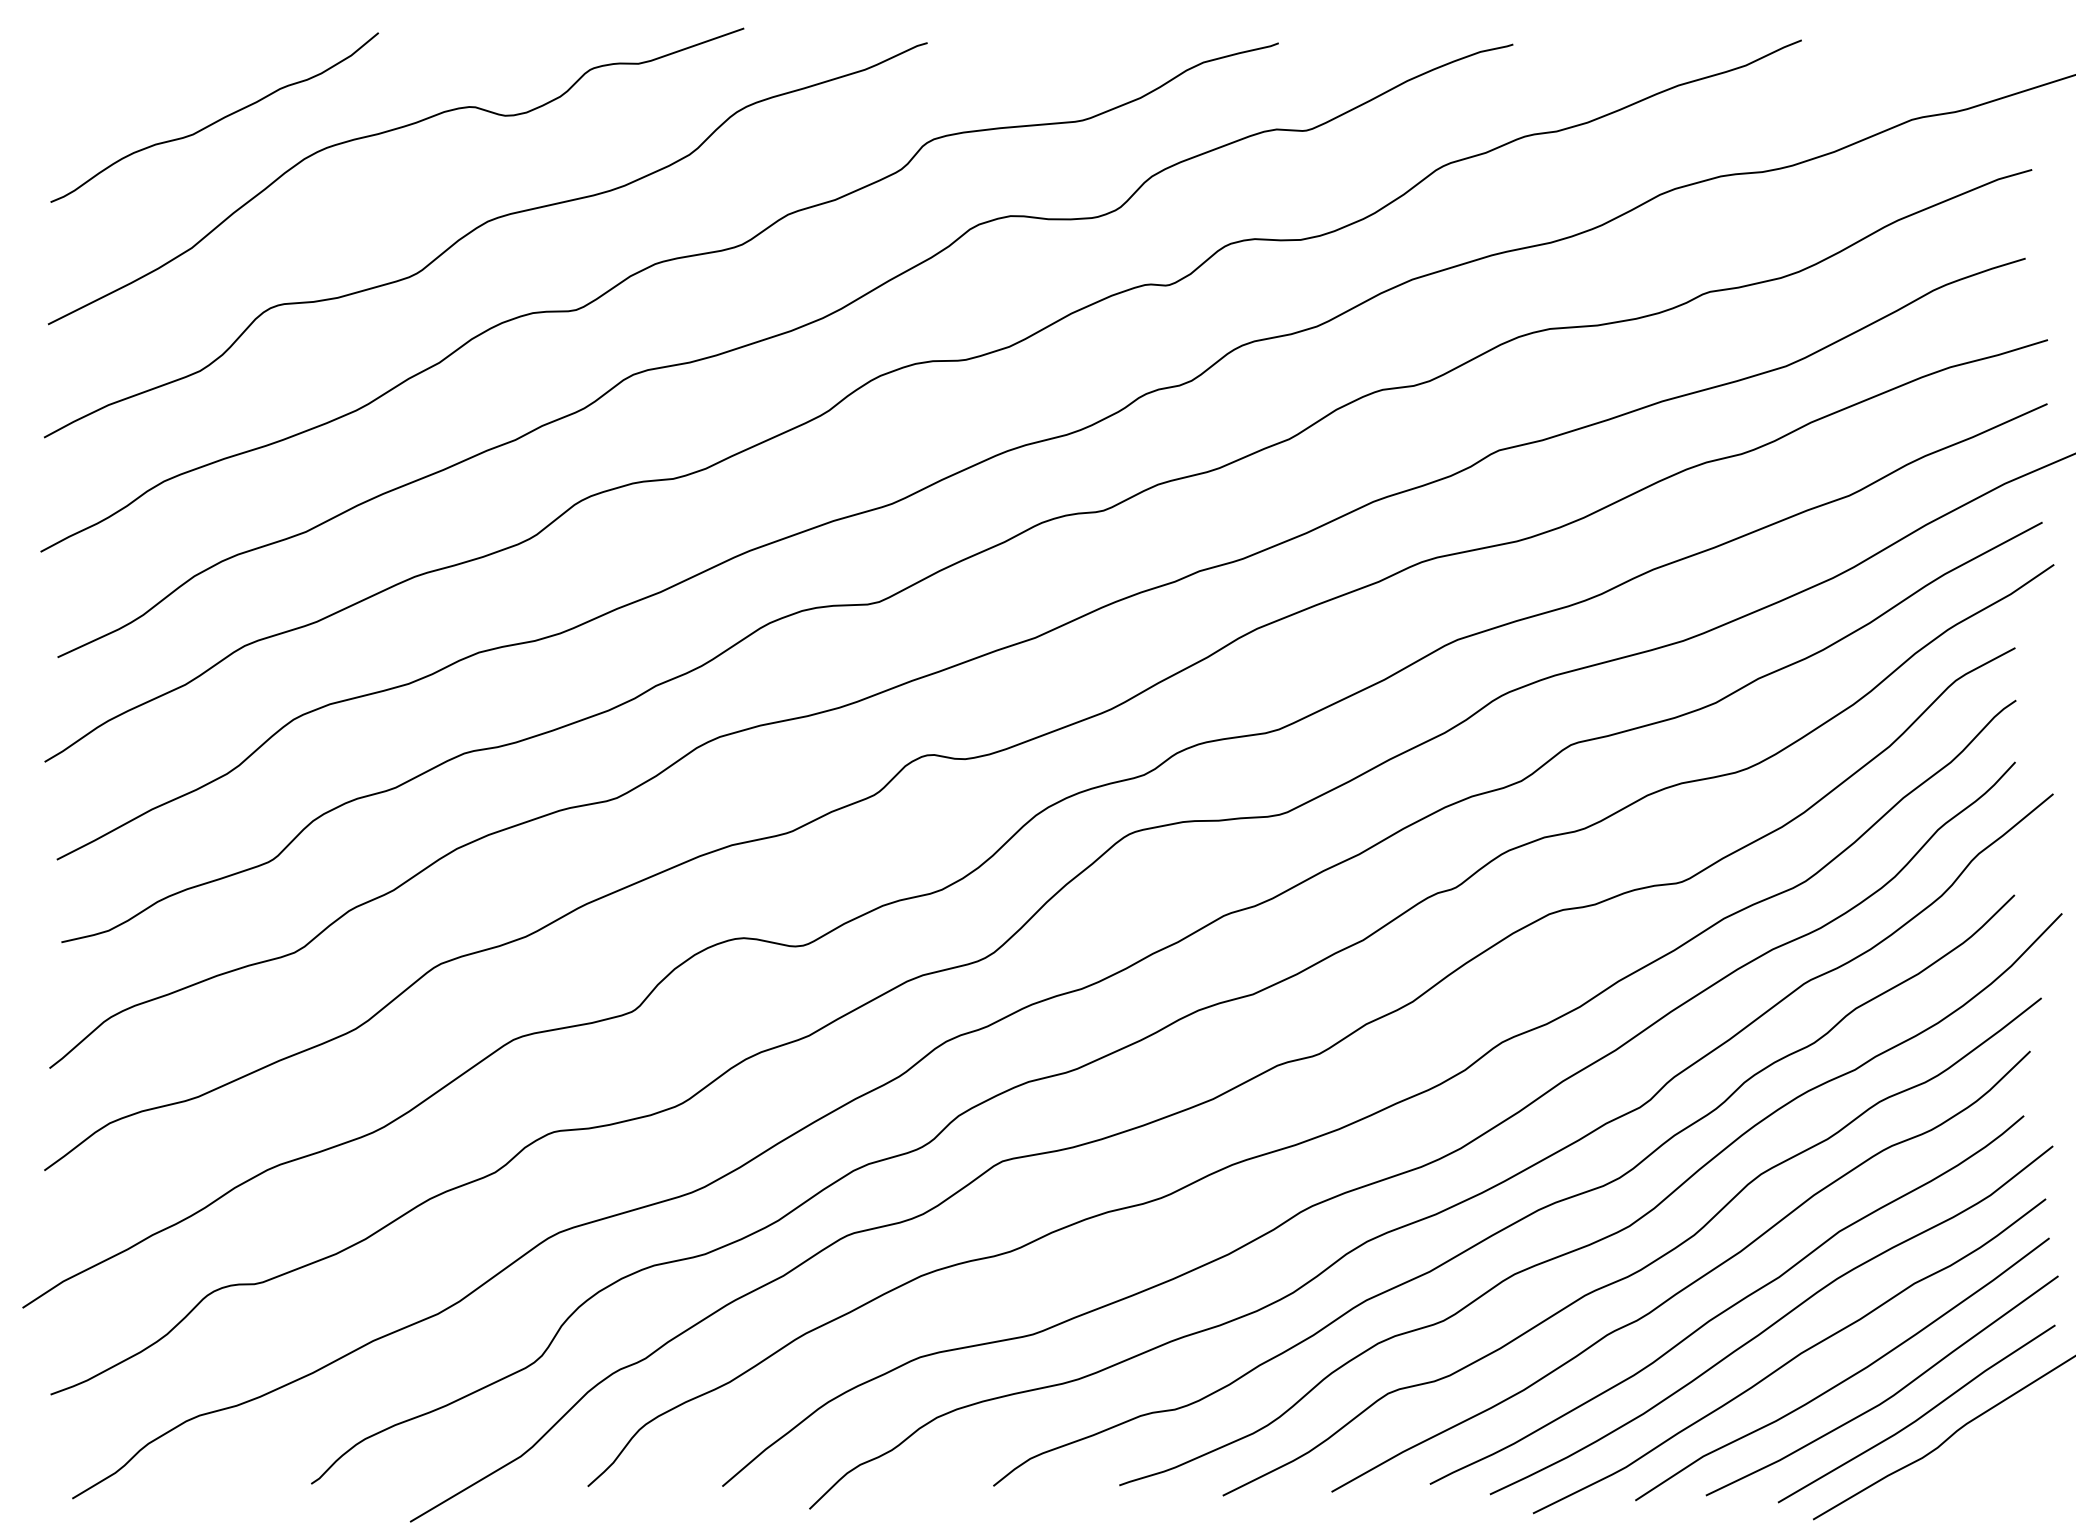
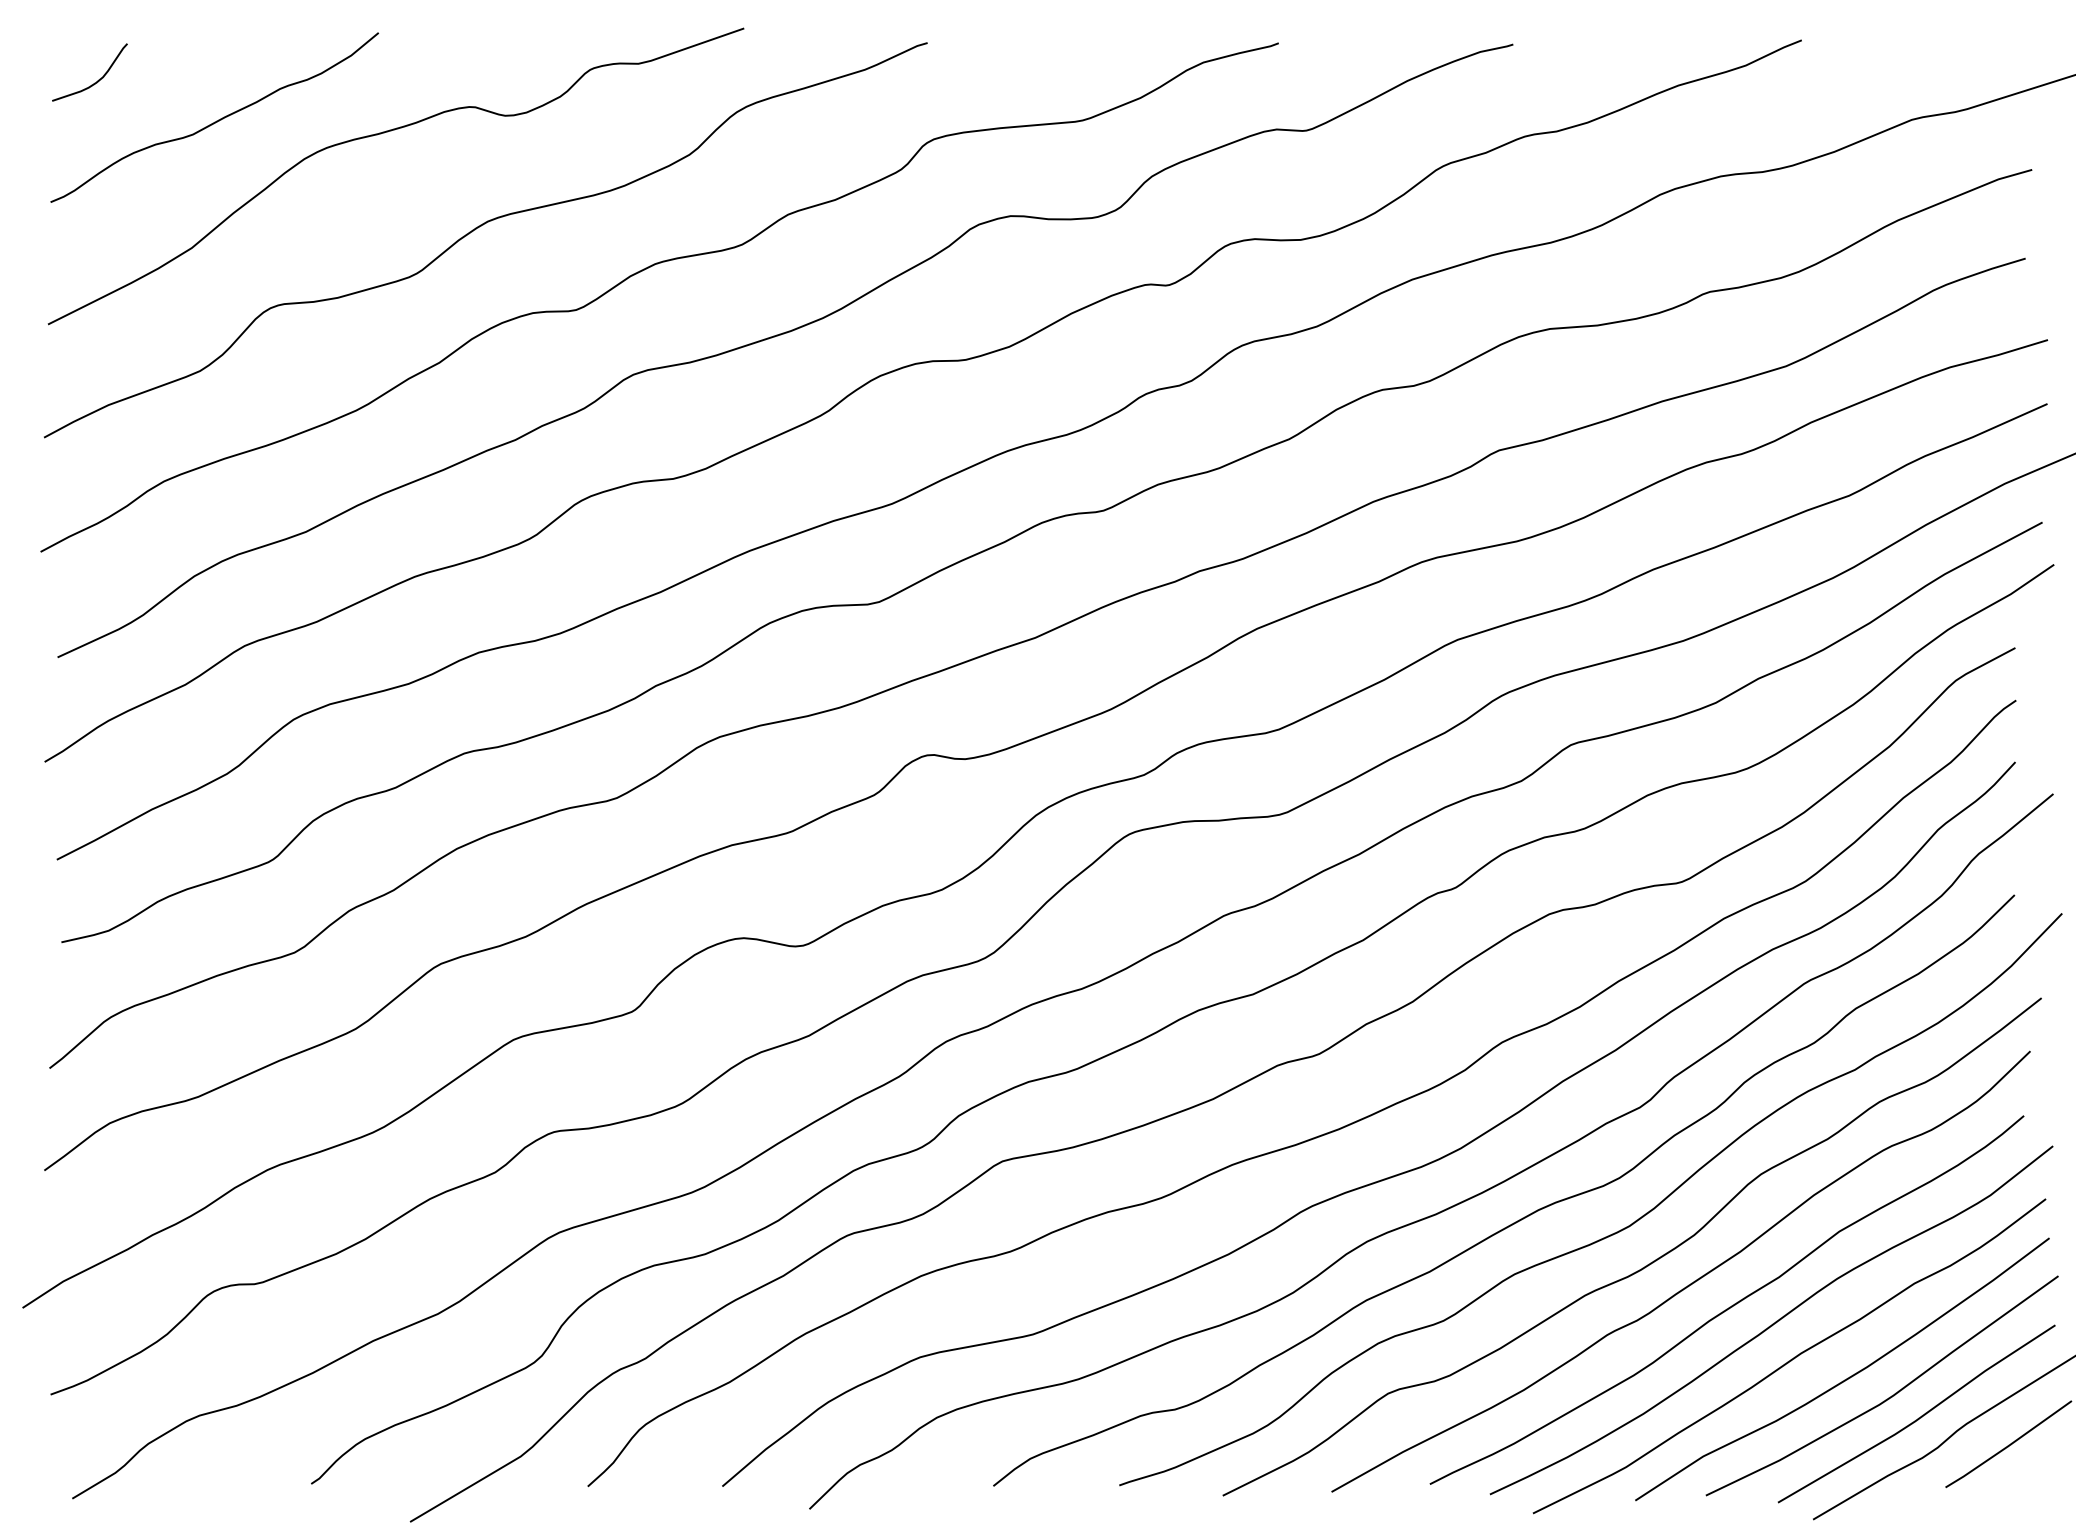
curve at (94, 82): none -> present
line at (2008, 1444): none -> present
